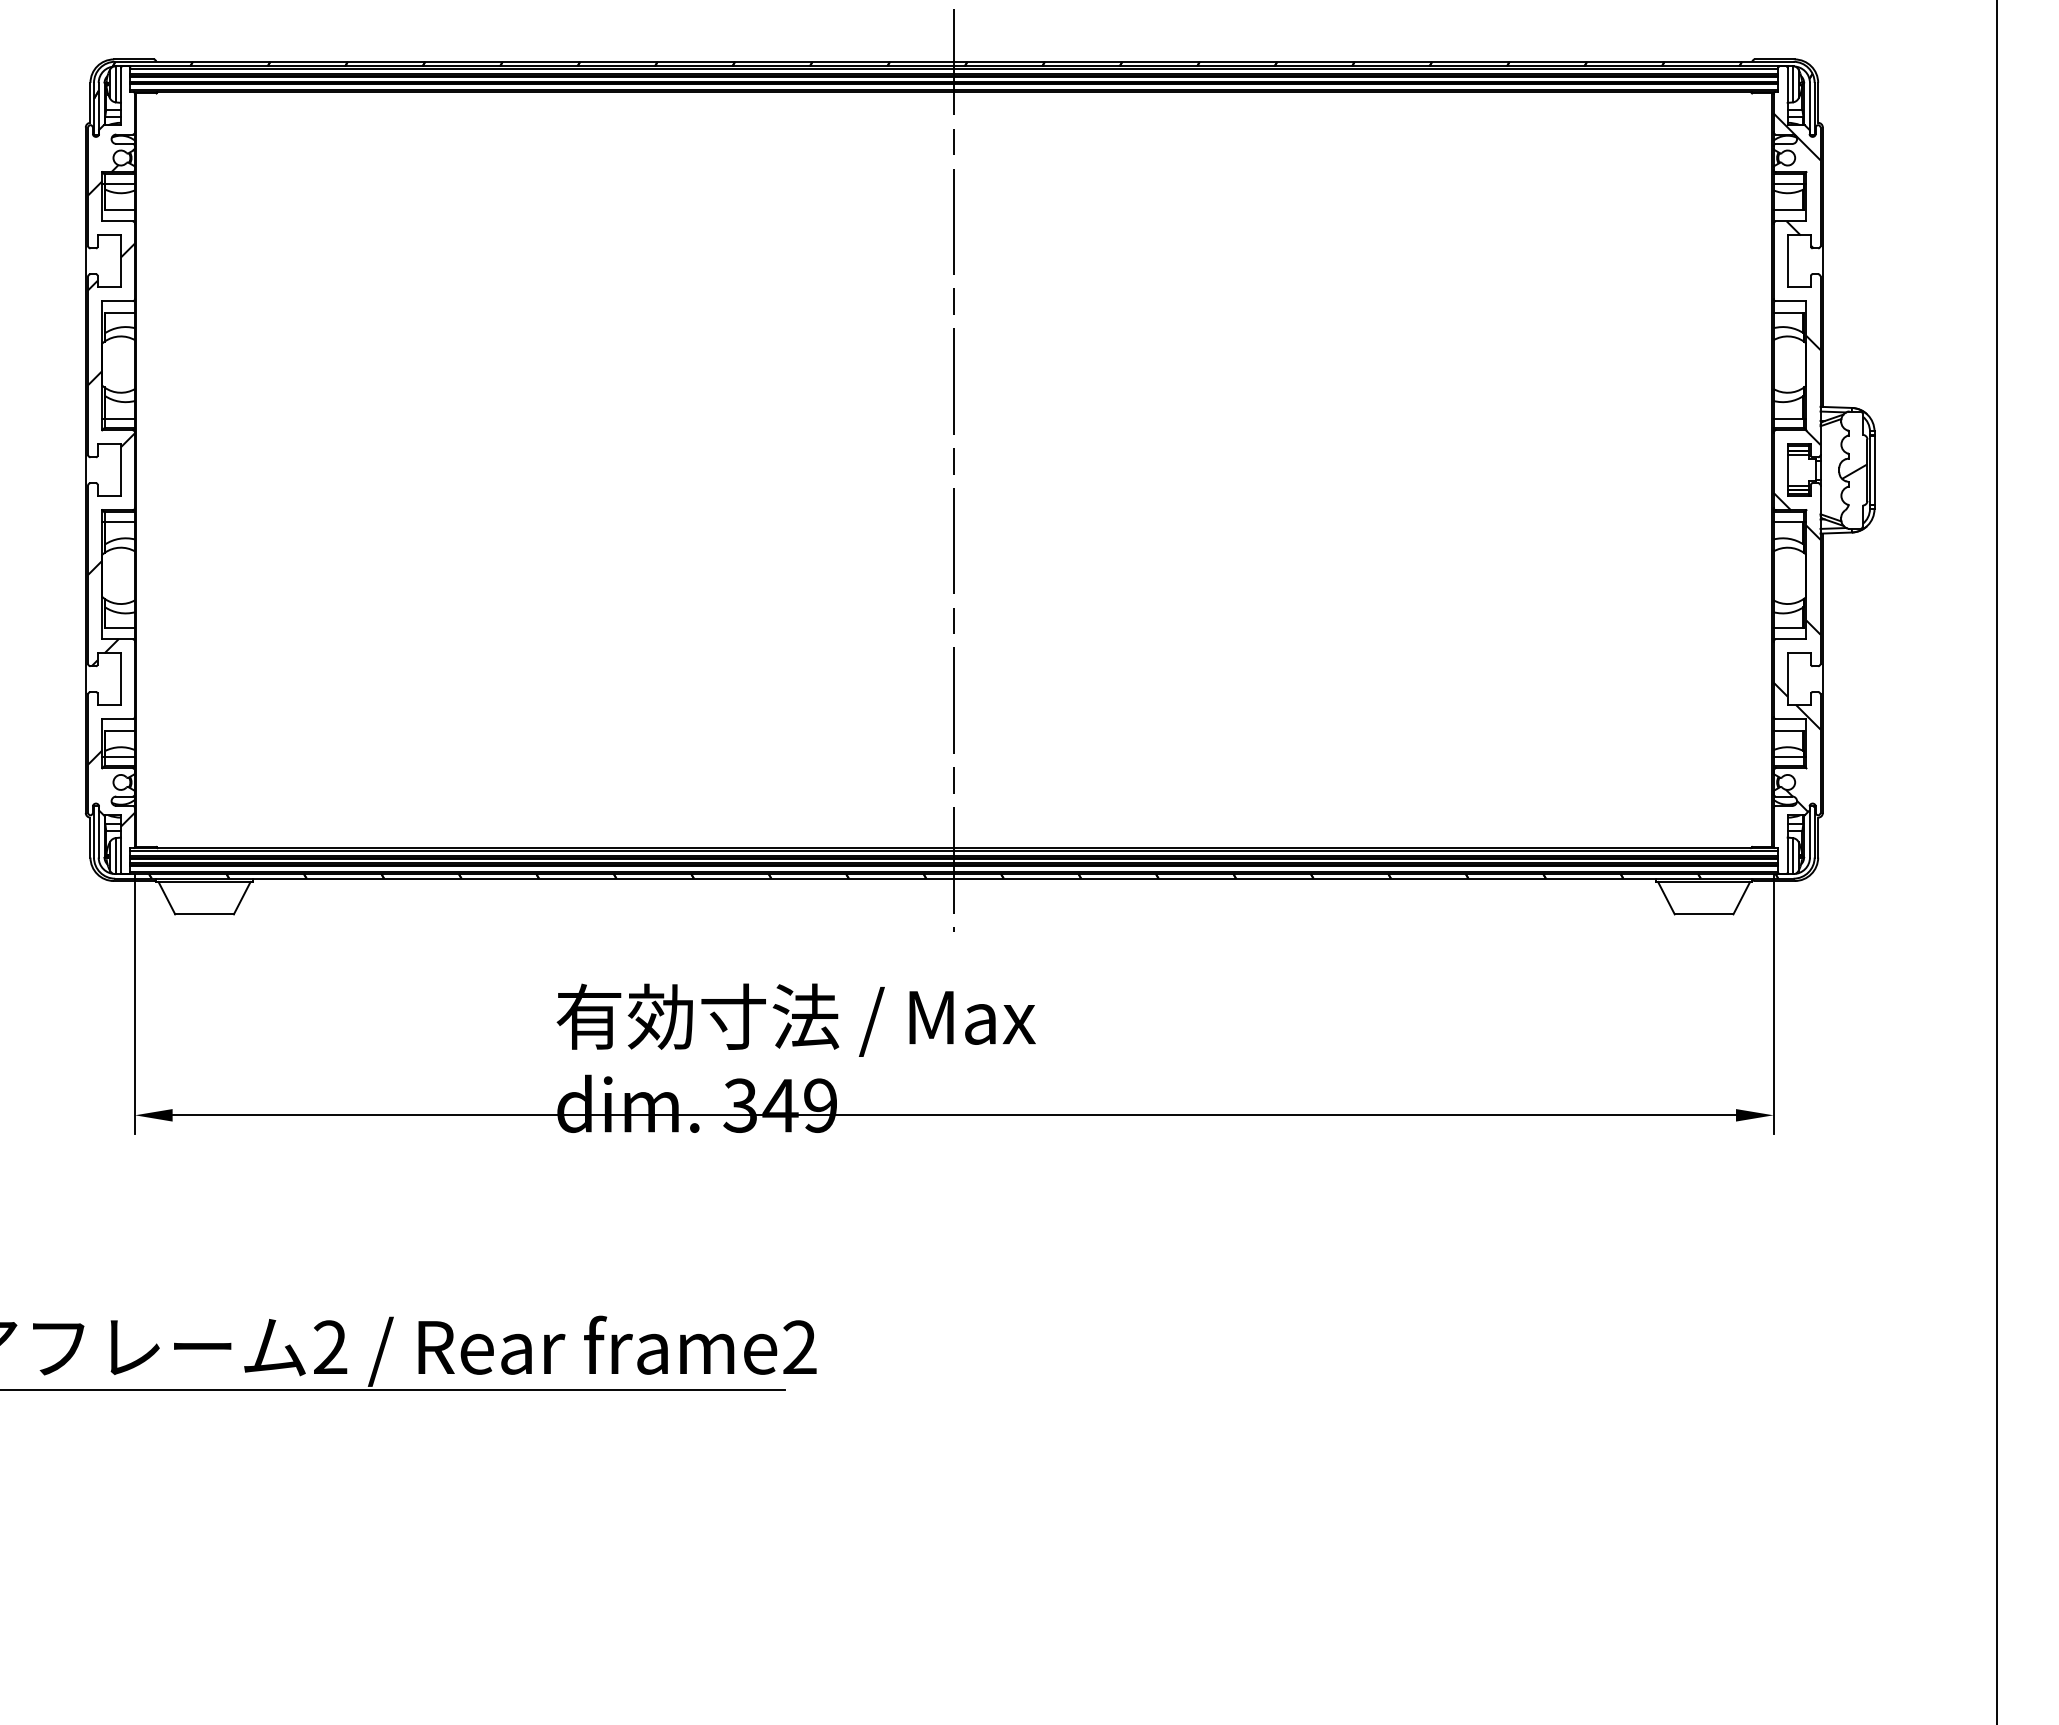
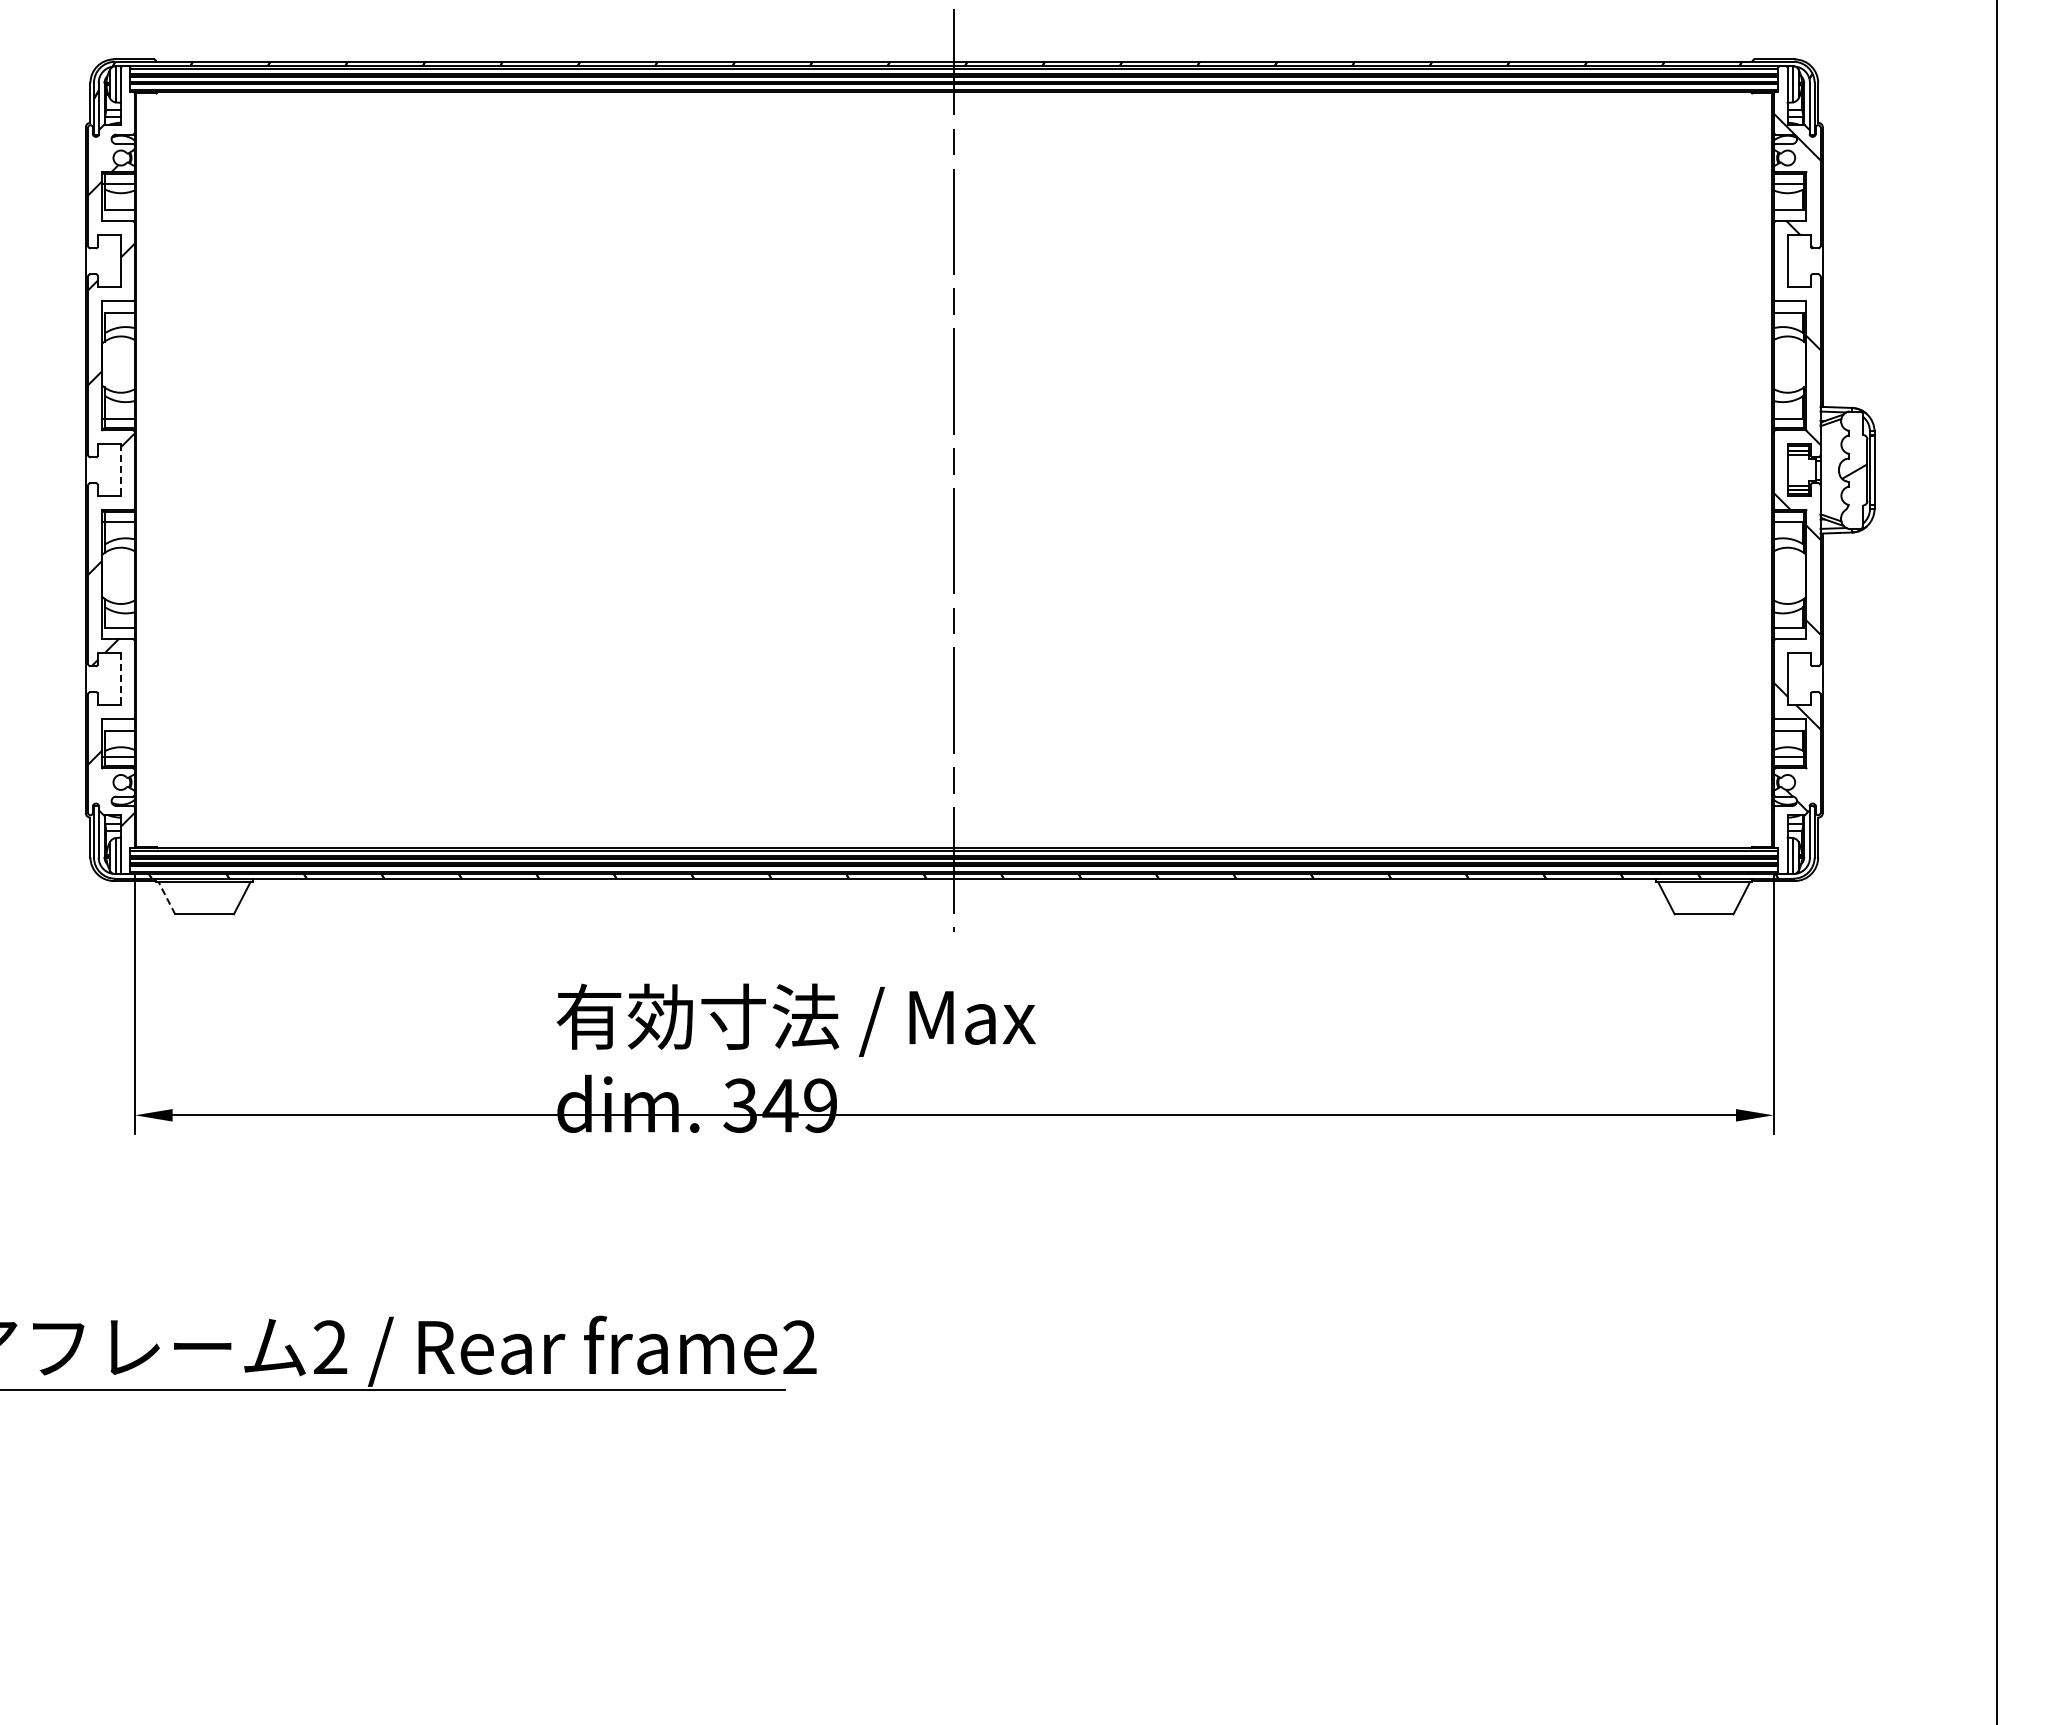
line at (121, 470): solid -> dashed
line at (121, 679): solid -> dashed
line at (166, 897): solid -> dashed
